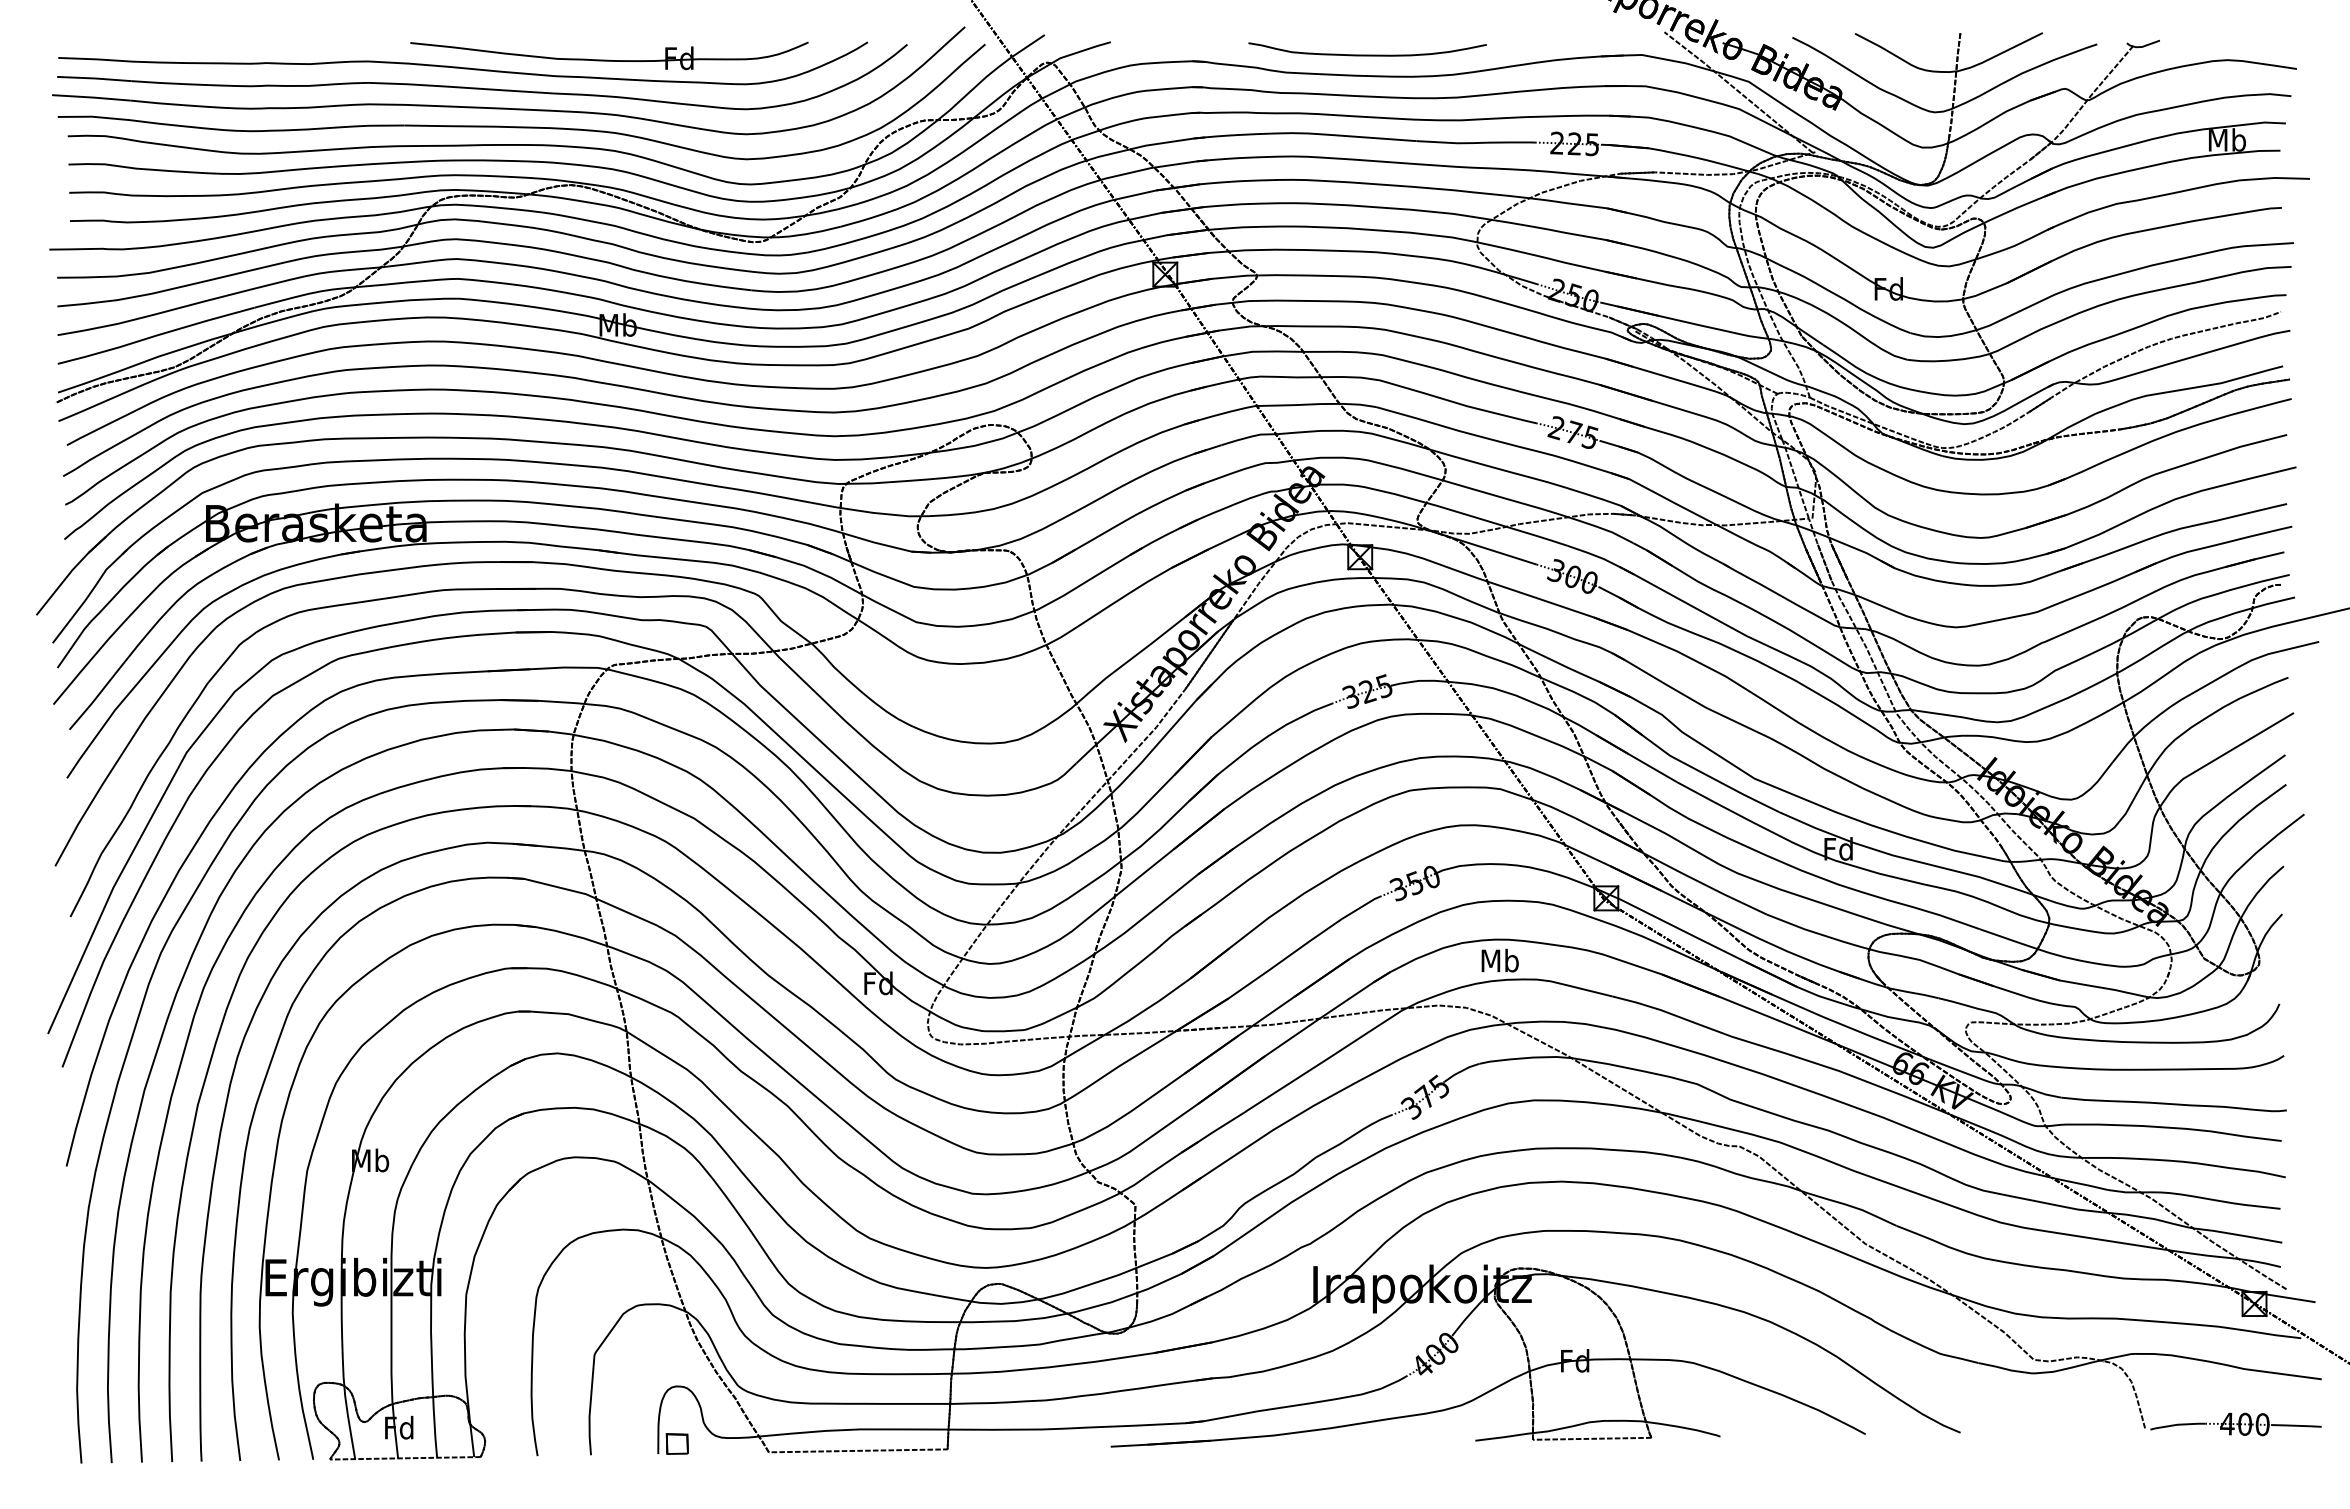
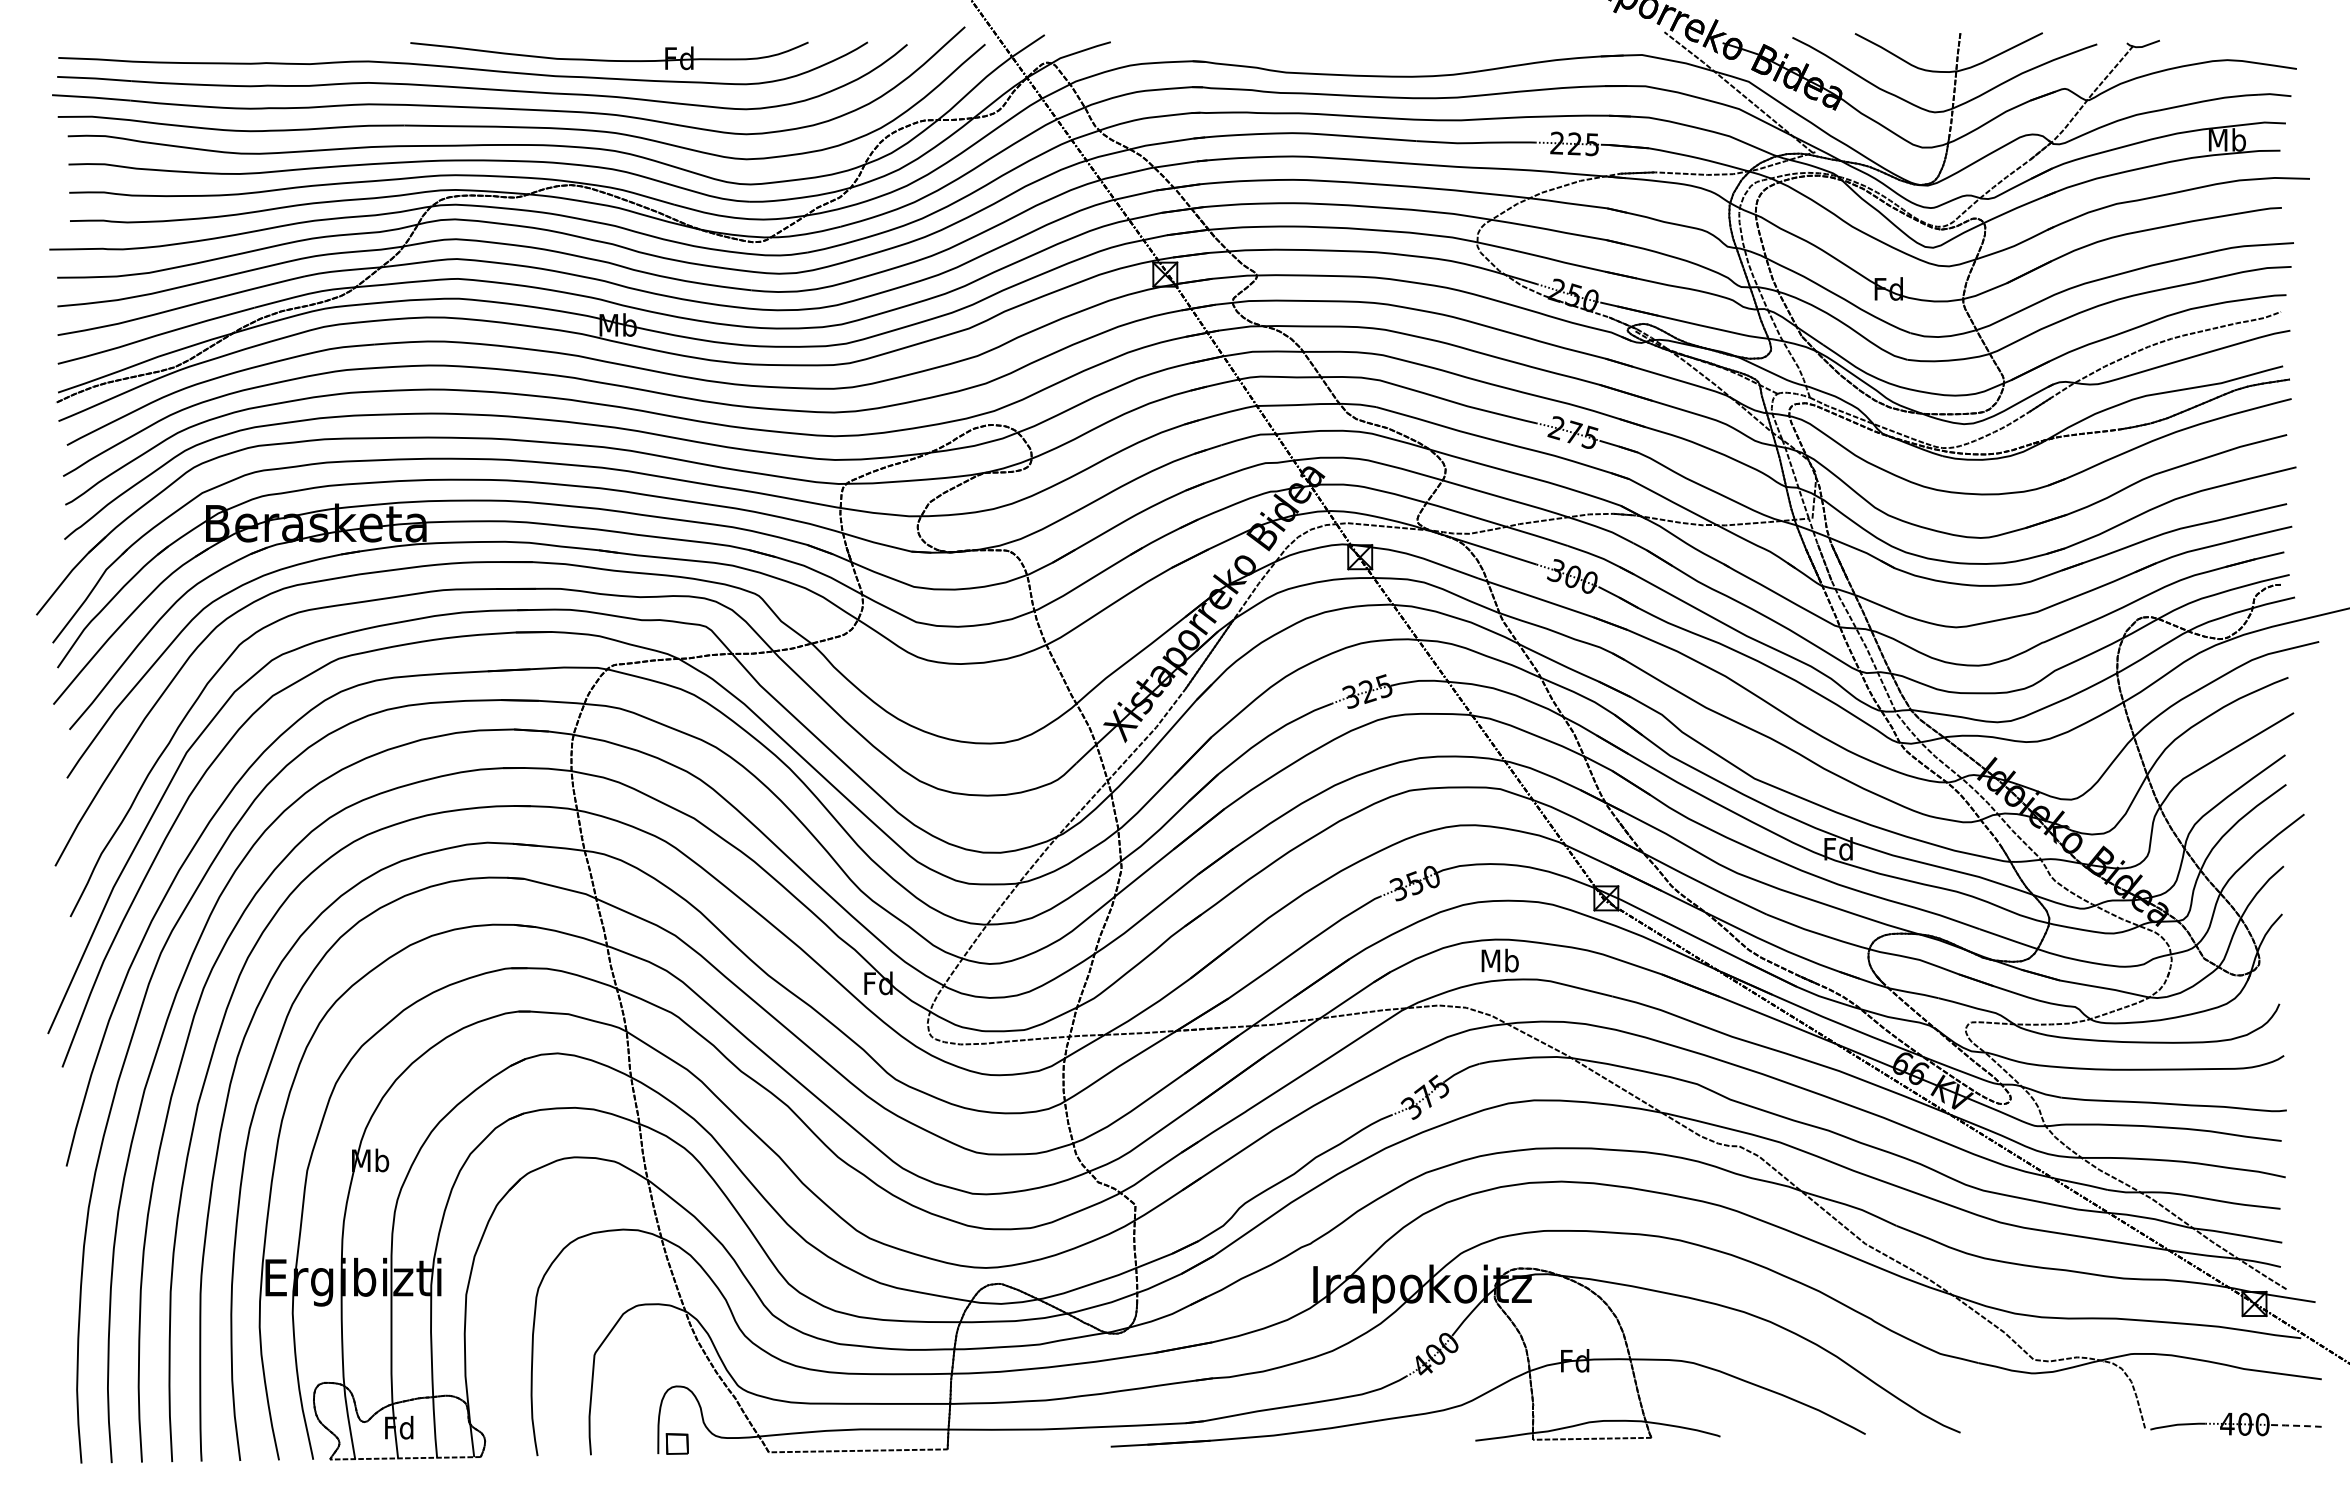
curve at (1367, 54): present -> none
line at (2296, 1425): solid -> dashed
